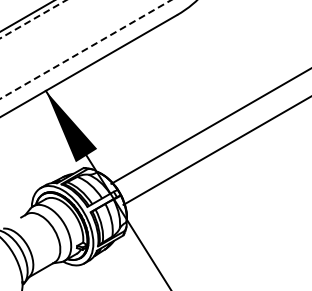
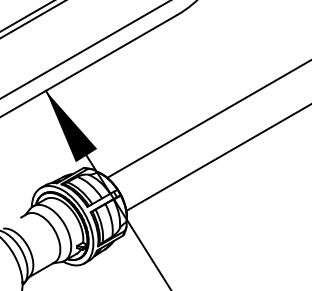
line at (33, 19): dashed -> solid
line at (85, 49): dashed -> solid
line at (209, 126) position: (209, 126) -> (207, 119)
line at (215, 150) position: (215, 150) -> (217, 157)
